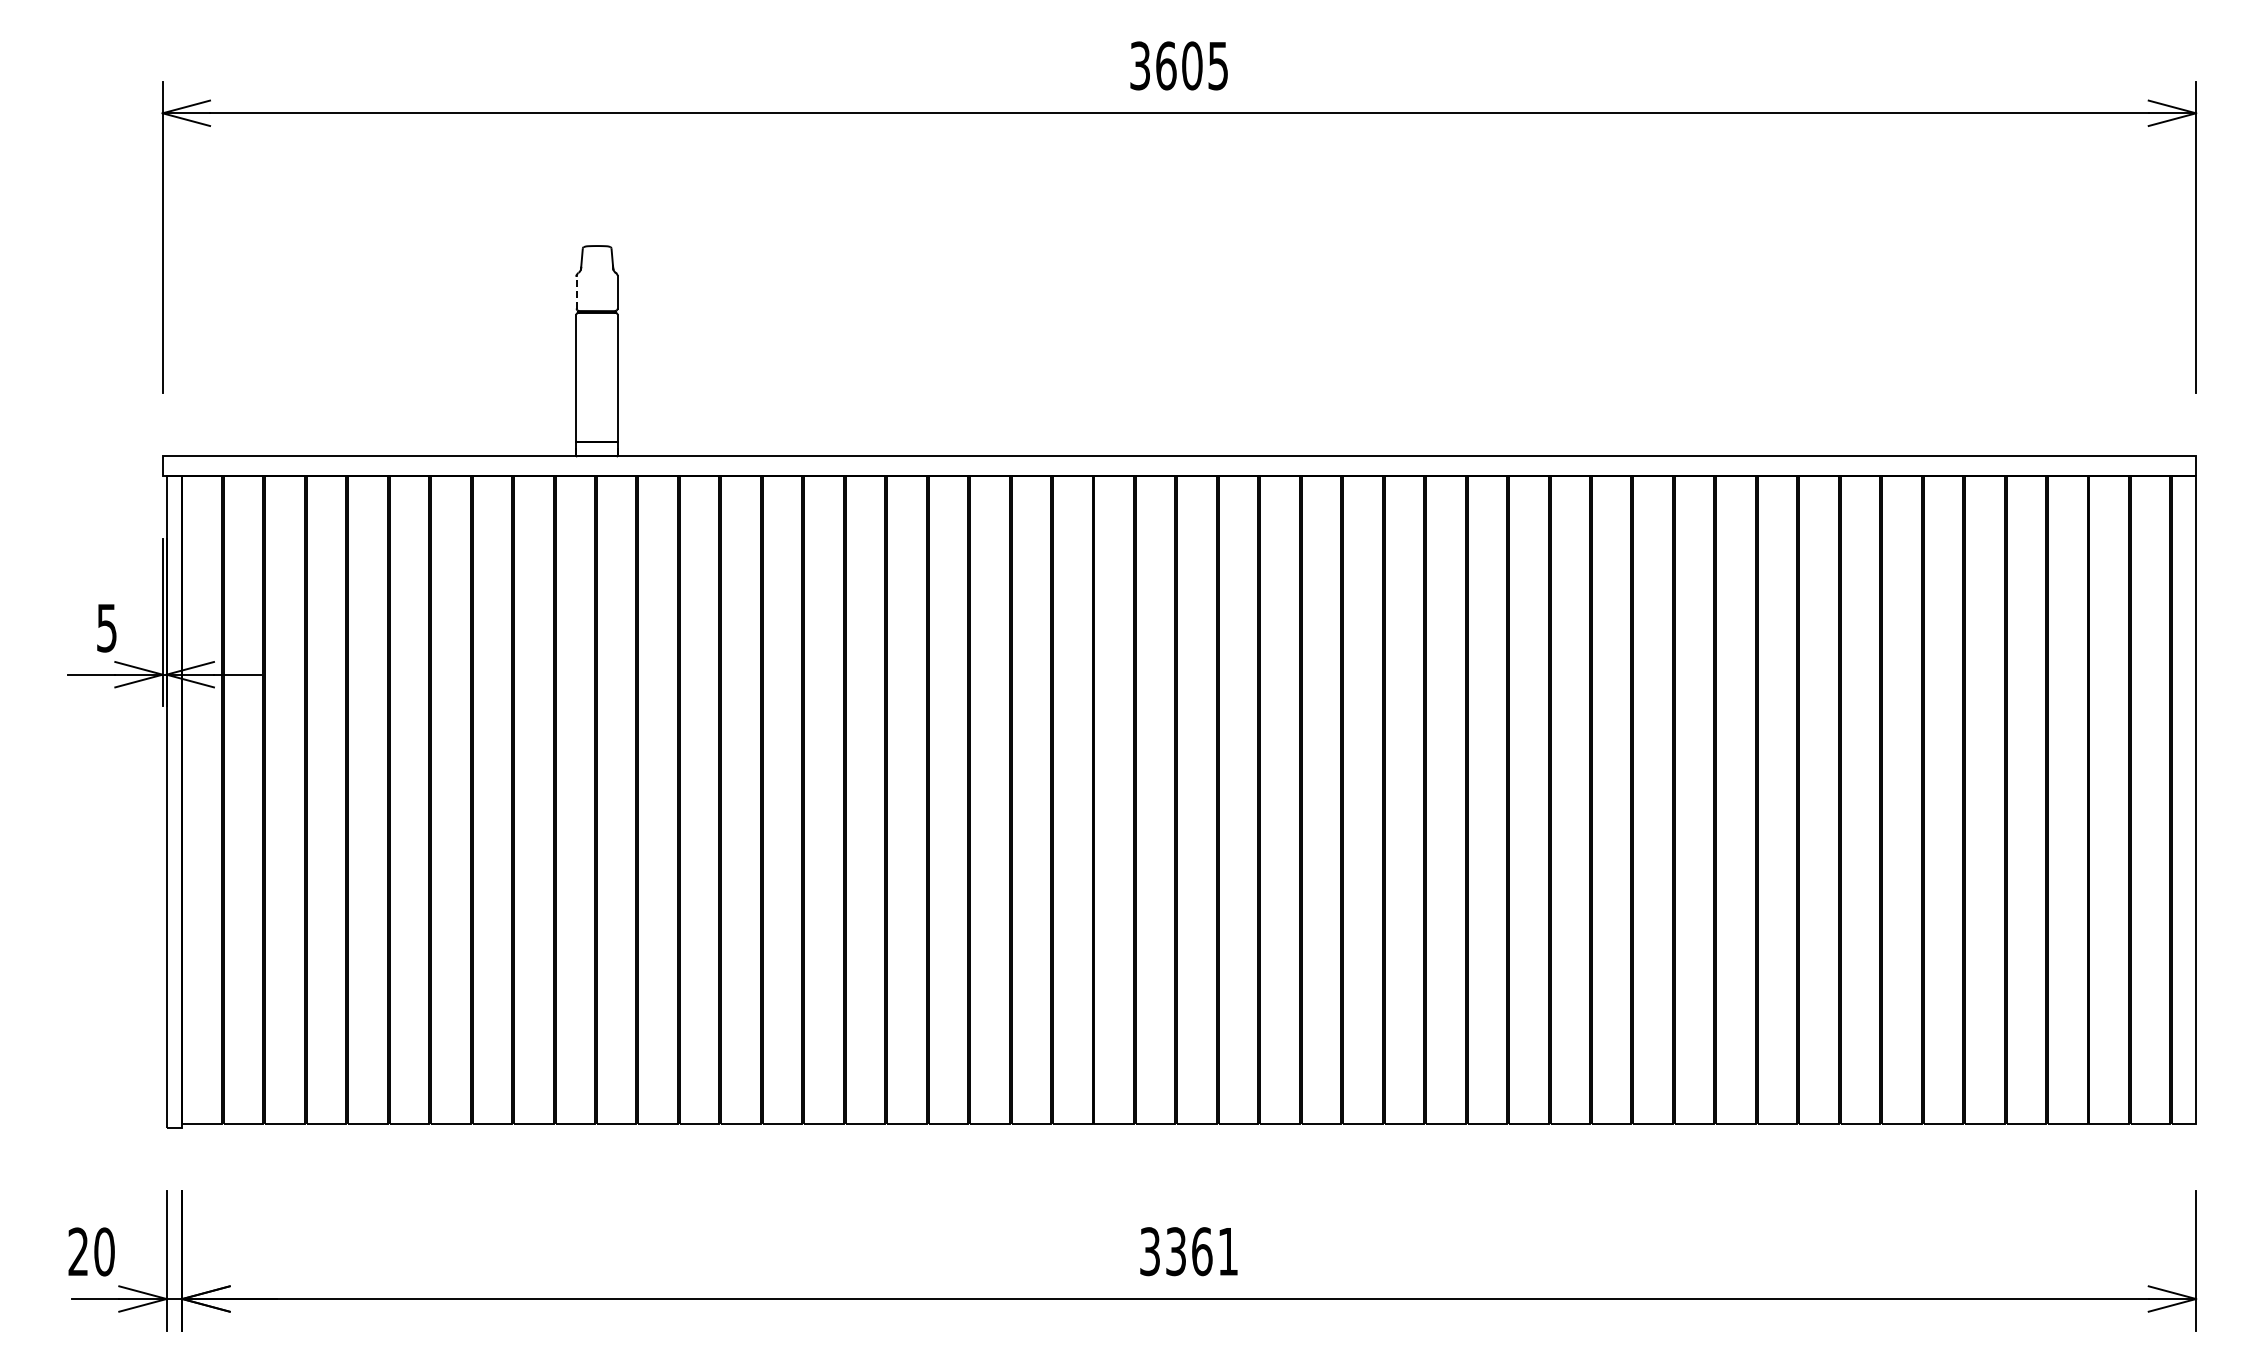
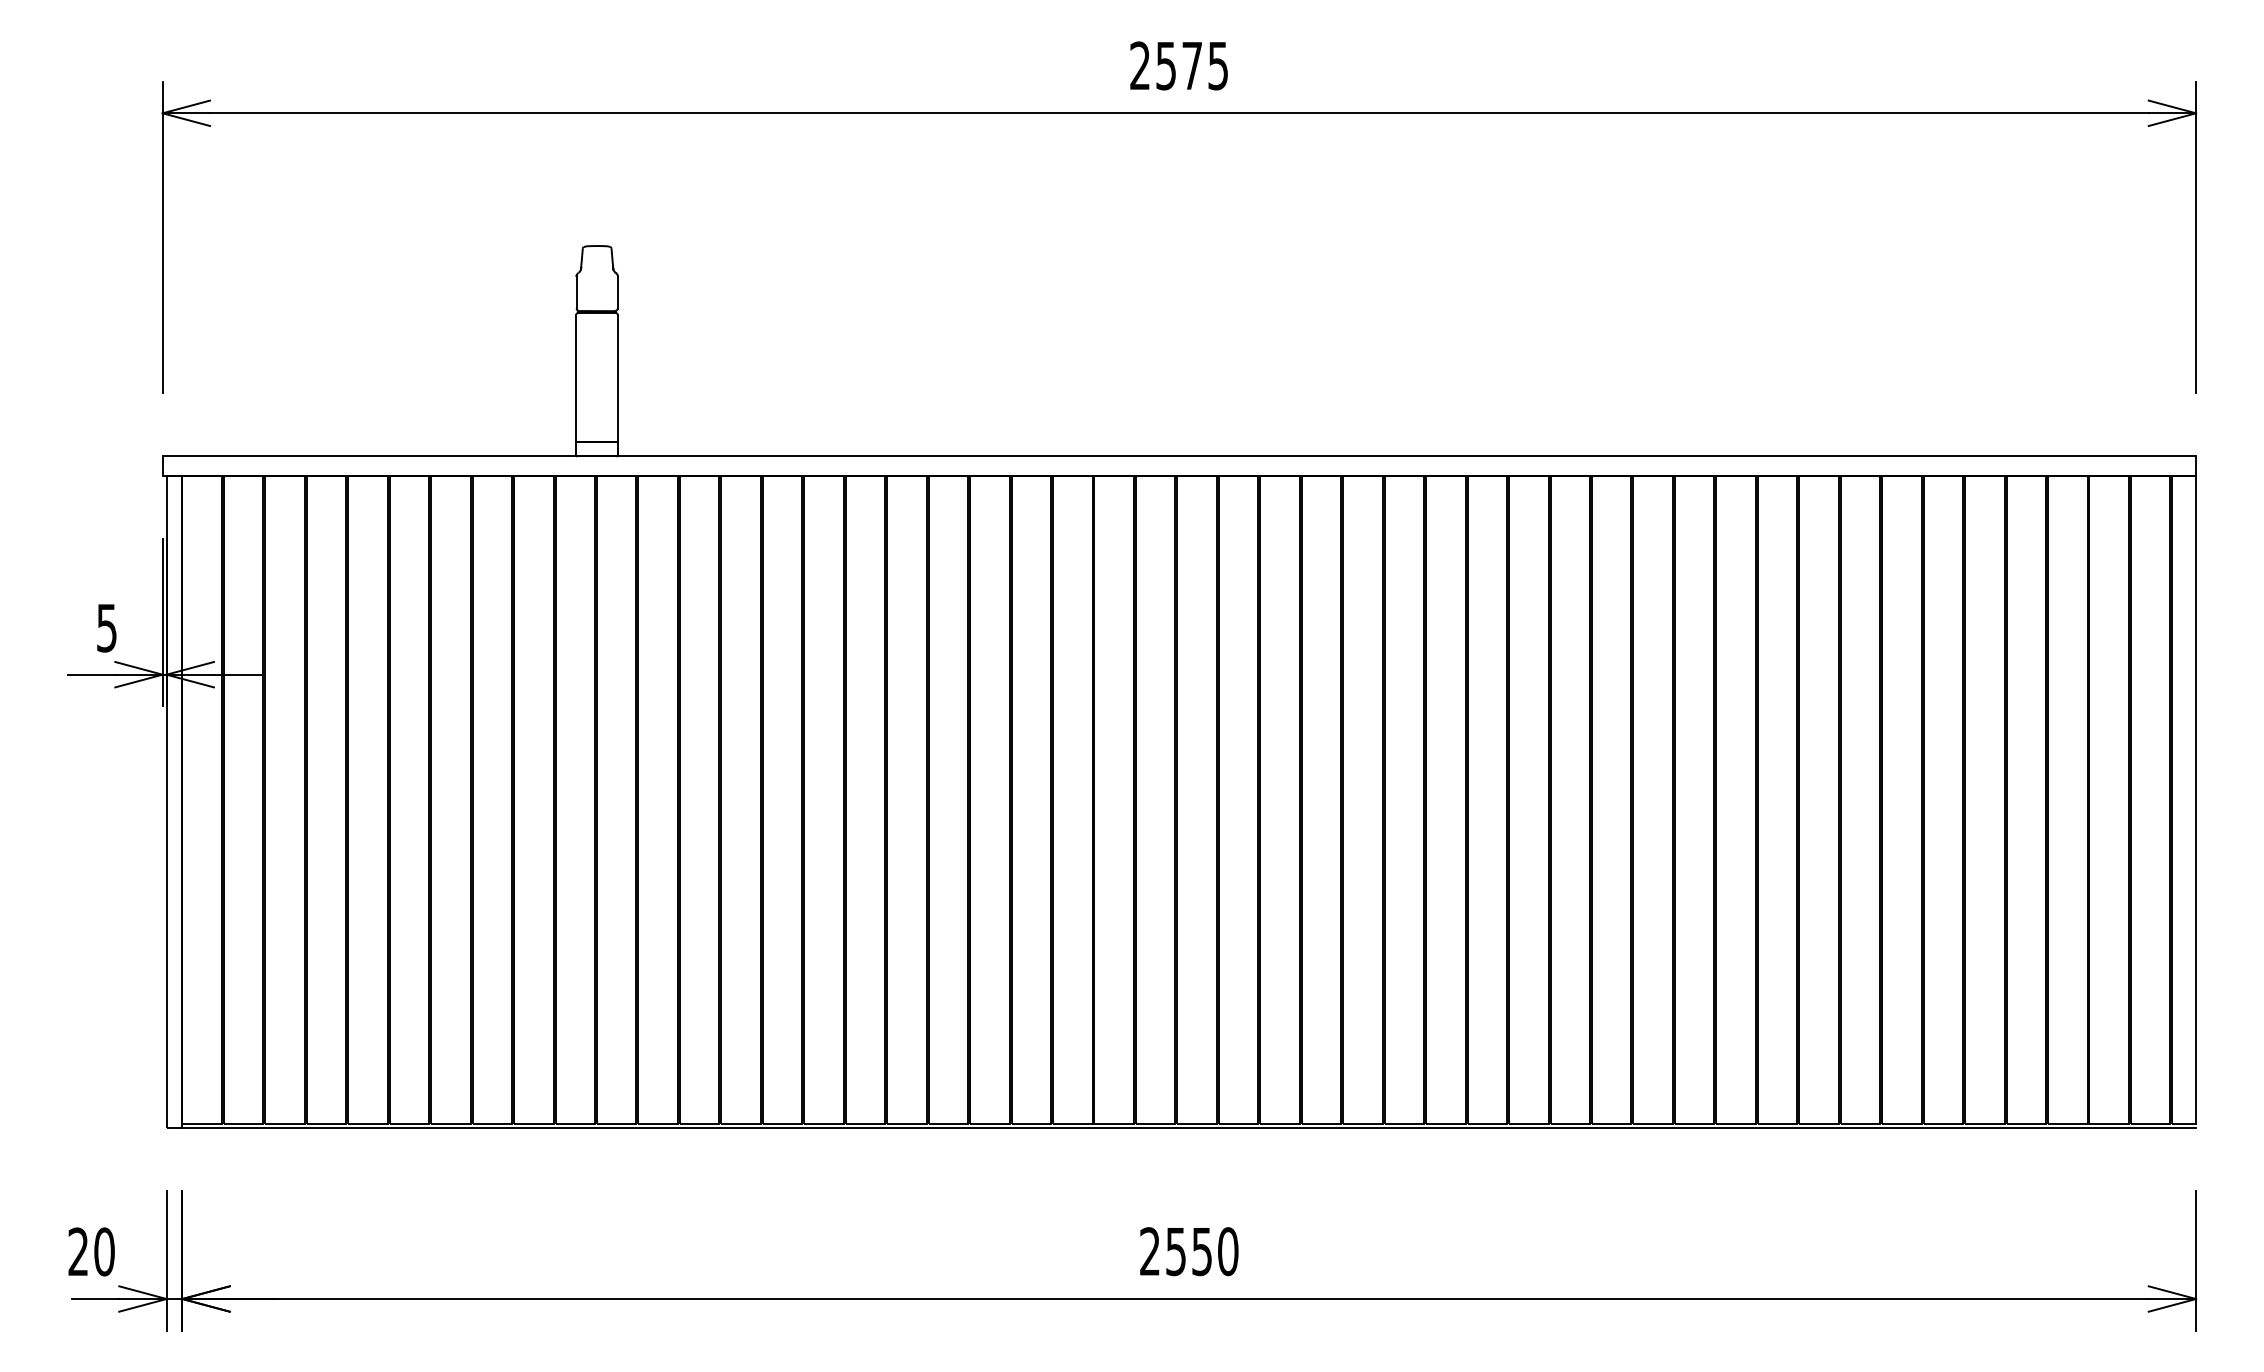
text at (1166, 65): 3605 -> 2575
line at (576, 291): dashed -> solid
line at (1189, 1127): none -> present
text at (1189, 1251): 3361 -> 2550
